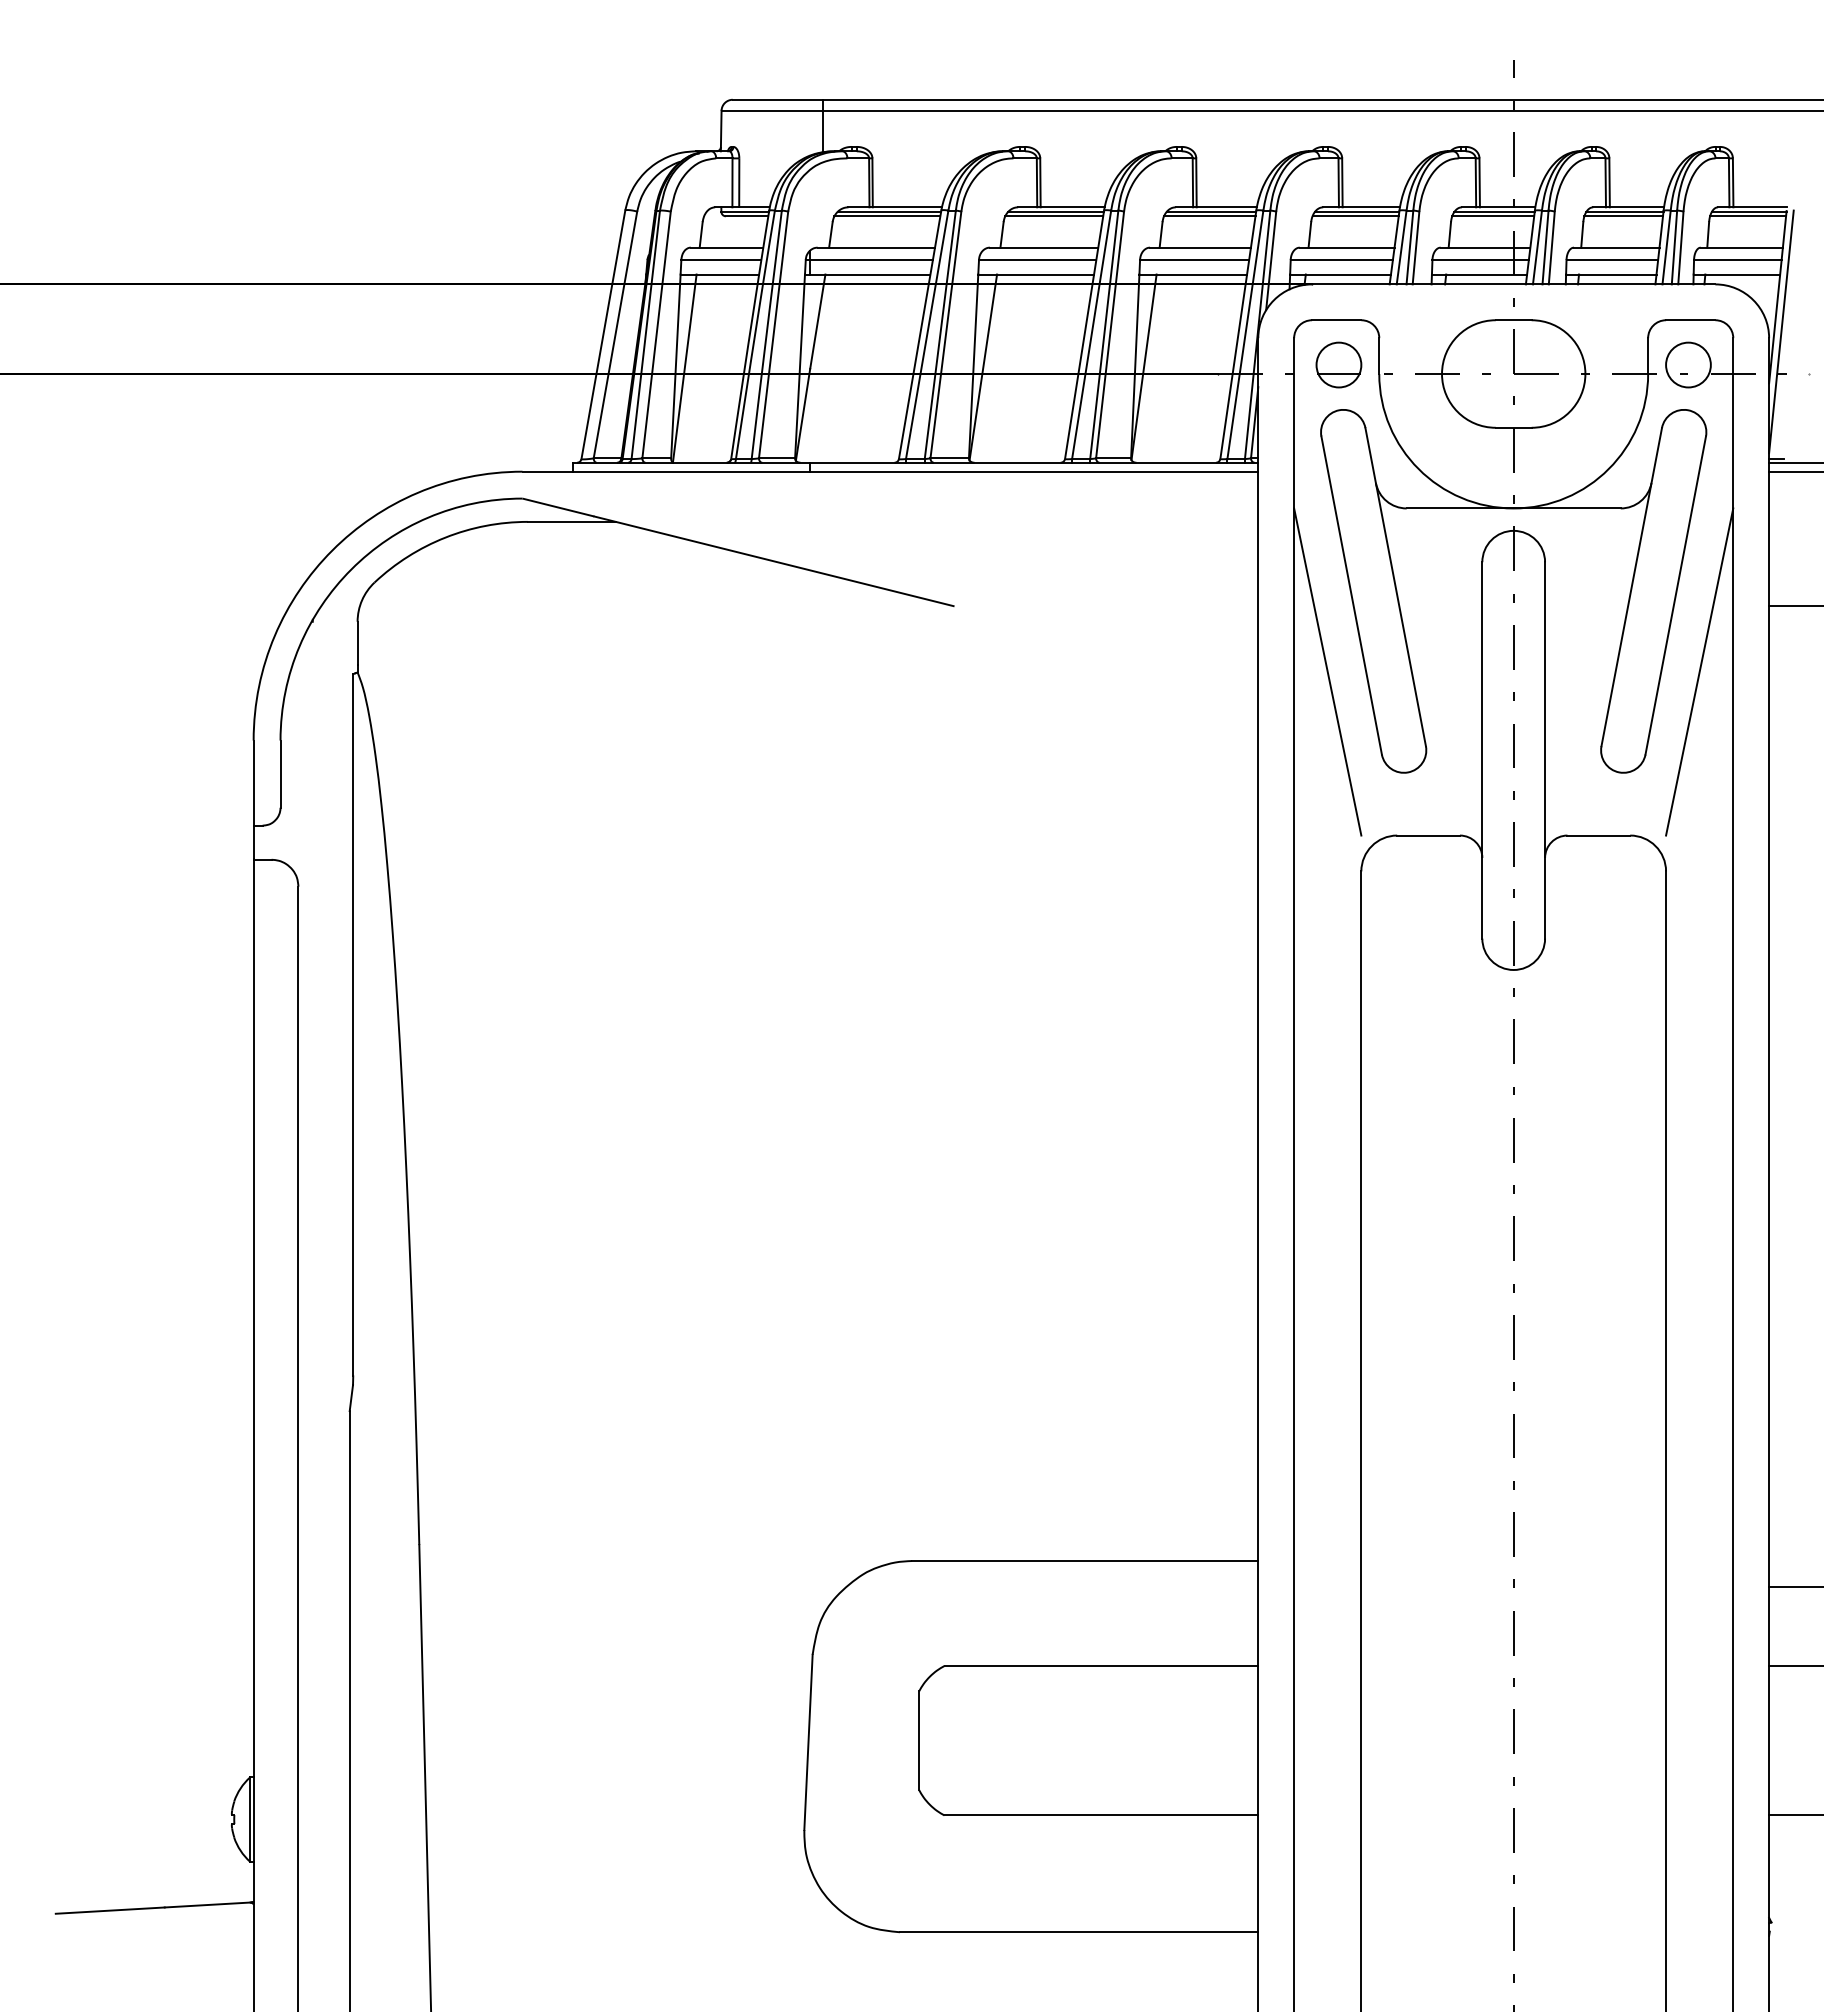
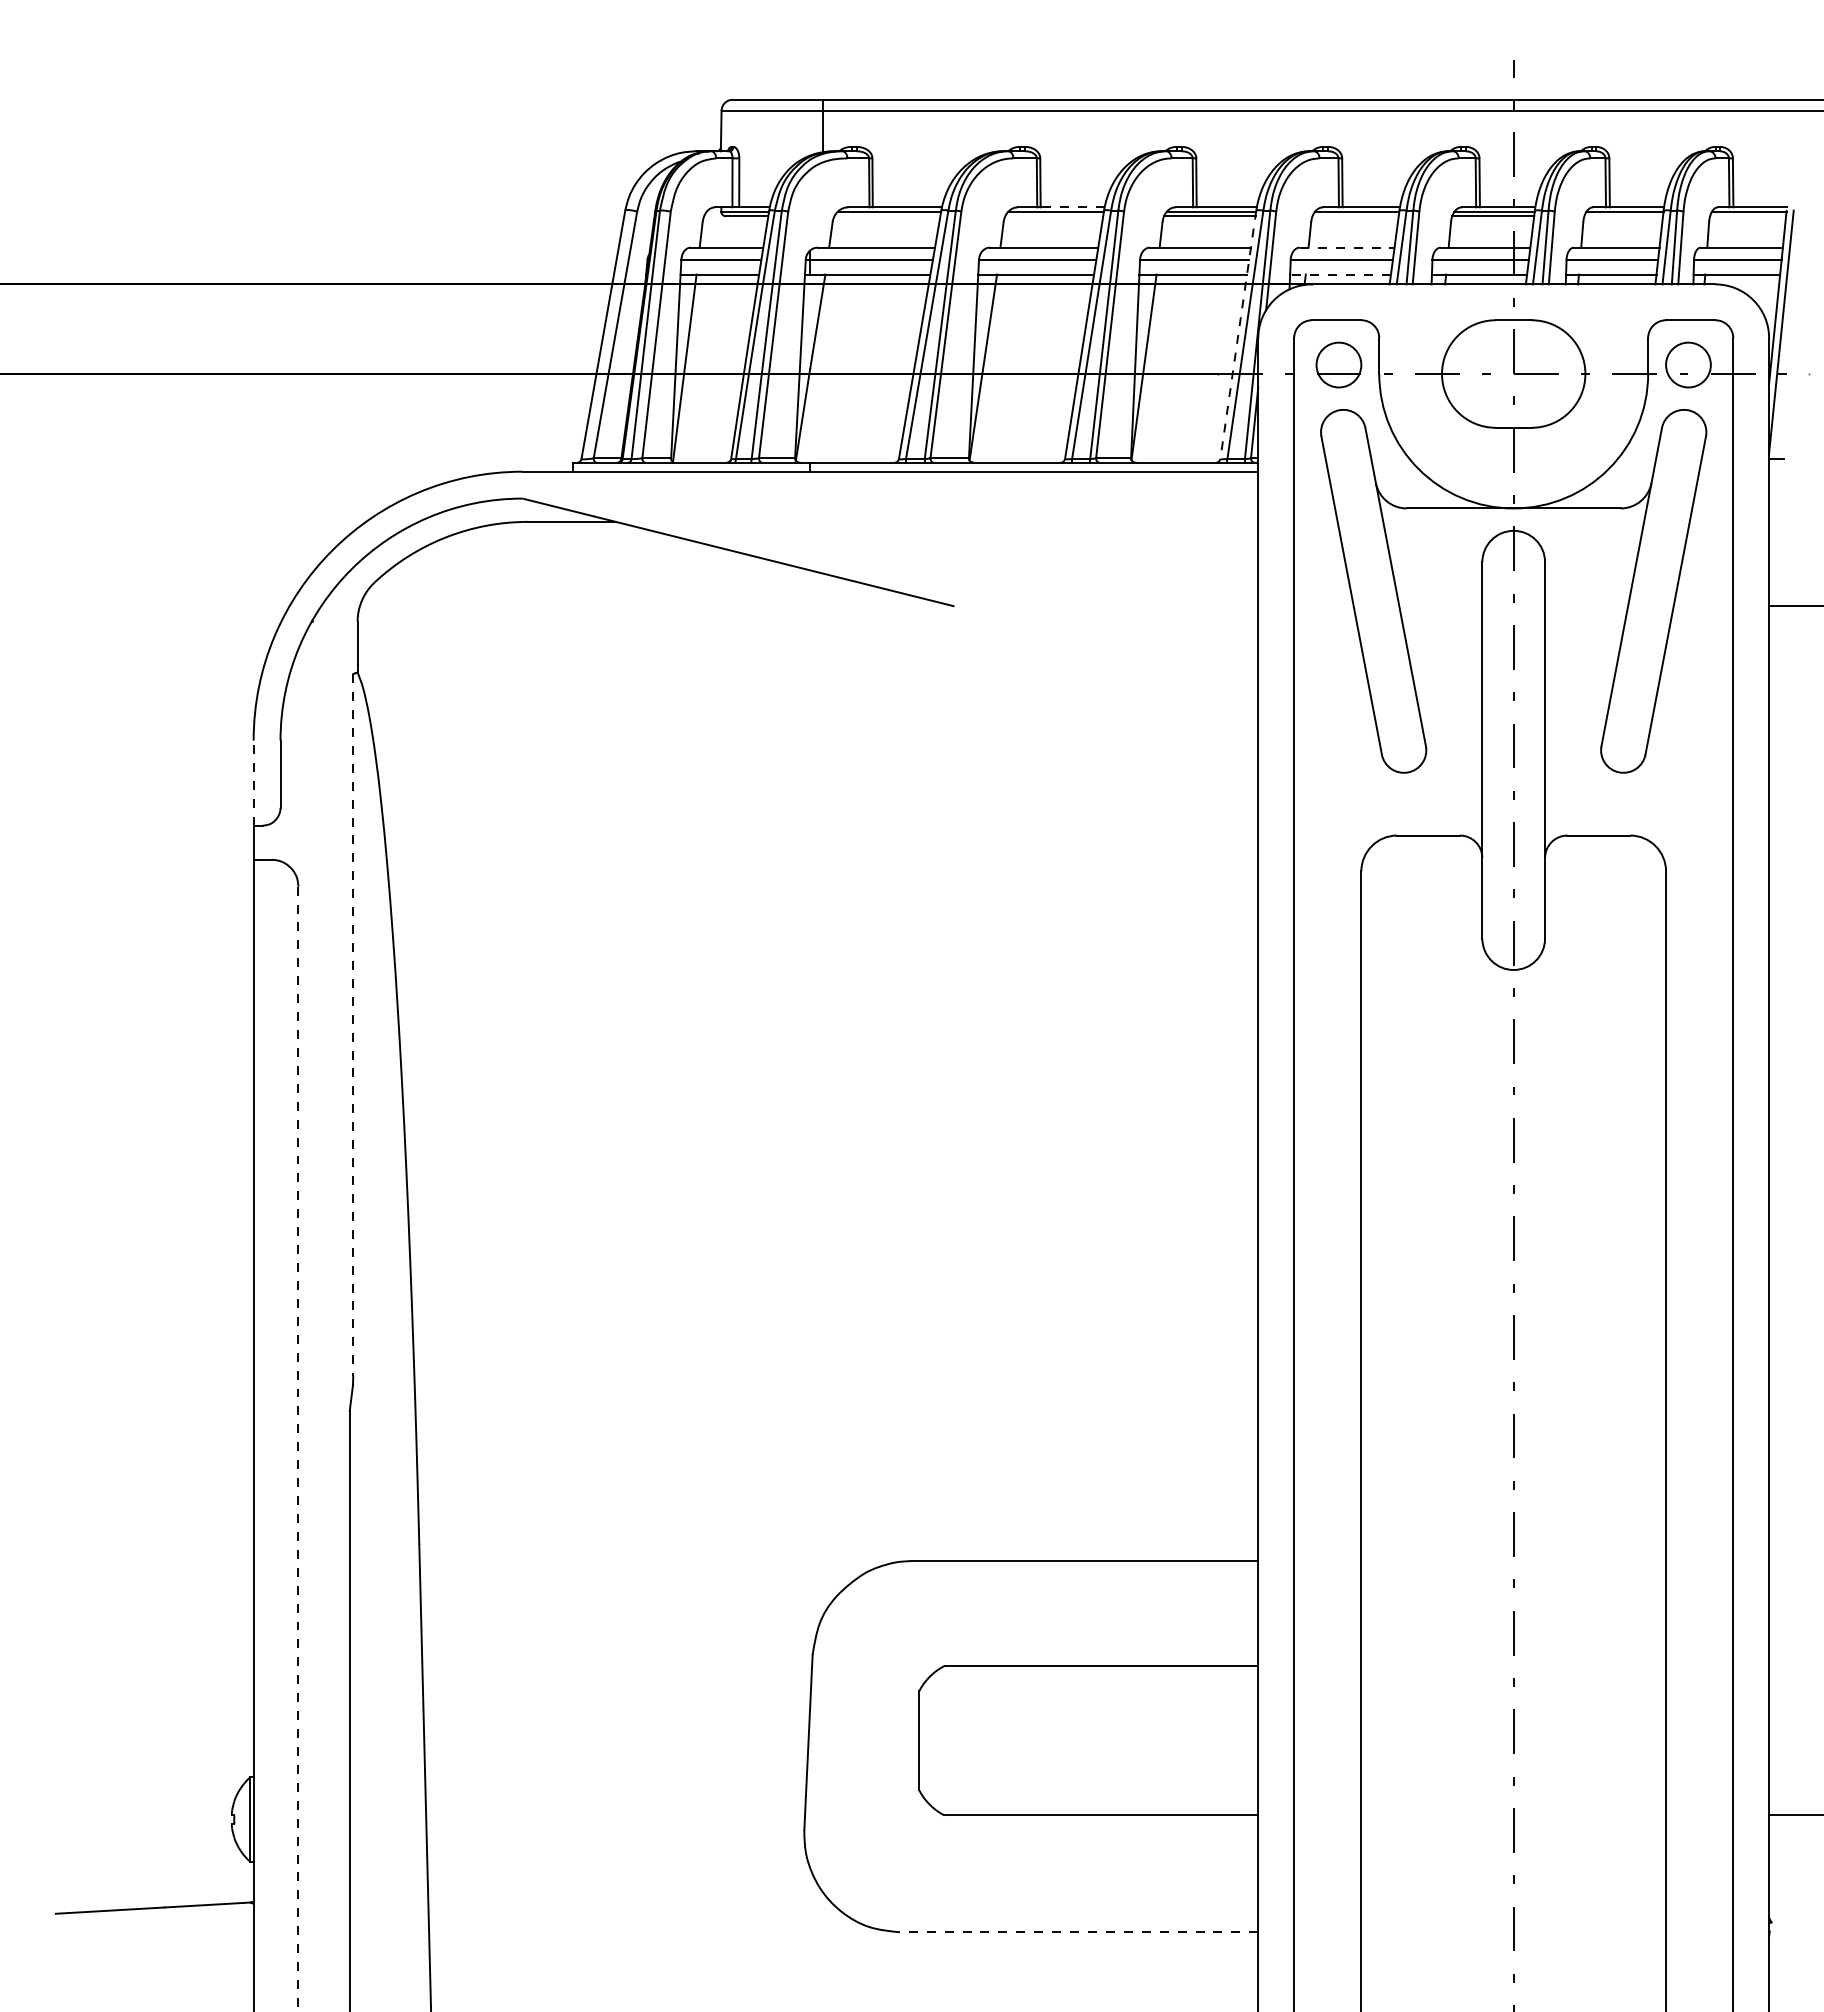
line at (1072, 207): solid -> dashed
line at (887, 216): present -> none
line at (1054, 216): present -> none
line at (1355, 216): present -> none
line at (1623, 216): present -> none
line at (1748, 216): present -> none
line at (1347, 247): solid -> dashed
line at (1340, 274): solid -> dashed
line at (1238, 335): solid -> dashed
line at (1794, 462): present -> none
line at (1794, 471): present -> none
line at (1327, 671): present -> none
line at (1699, 671): present -> none
line at (253, 783): solid -> dashed
line at (353, 1025): solid -> dashed
line at (298, 1449): solid -> dashed
line at (1794, 1587): present -> none
line at (1794, 1665): present -> none
line at (1078, 1932): solid -> dashed
